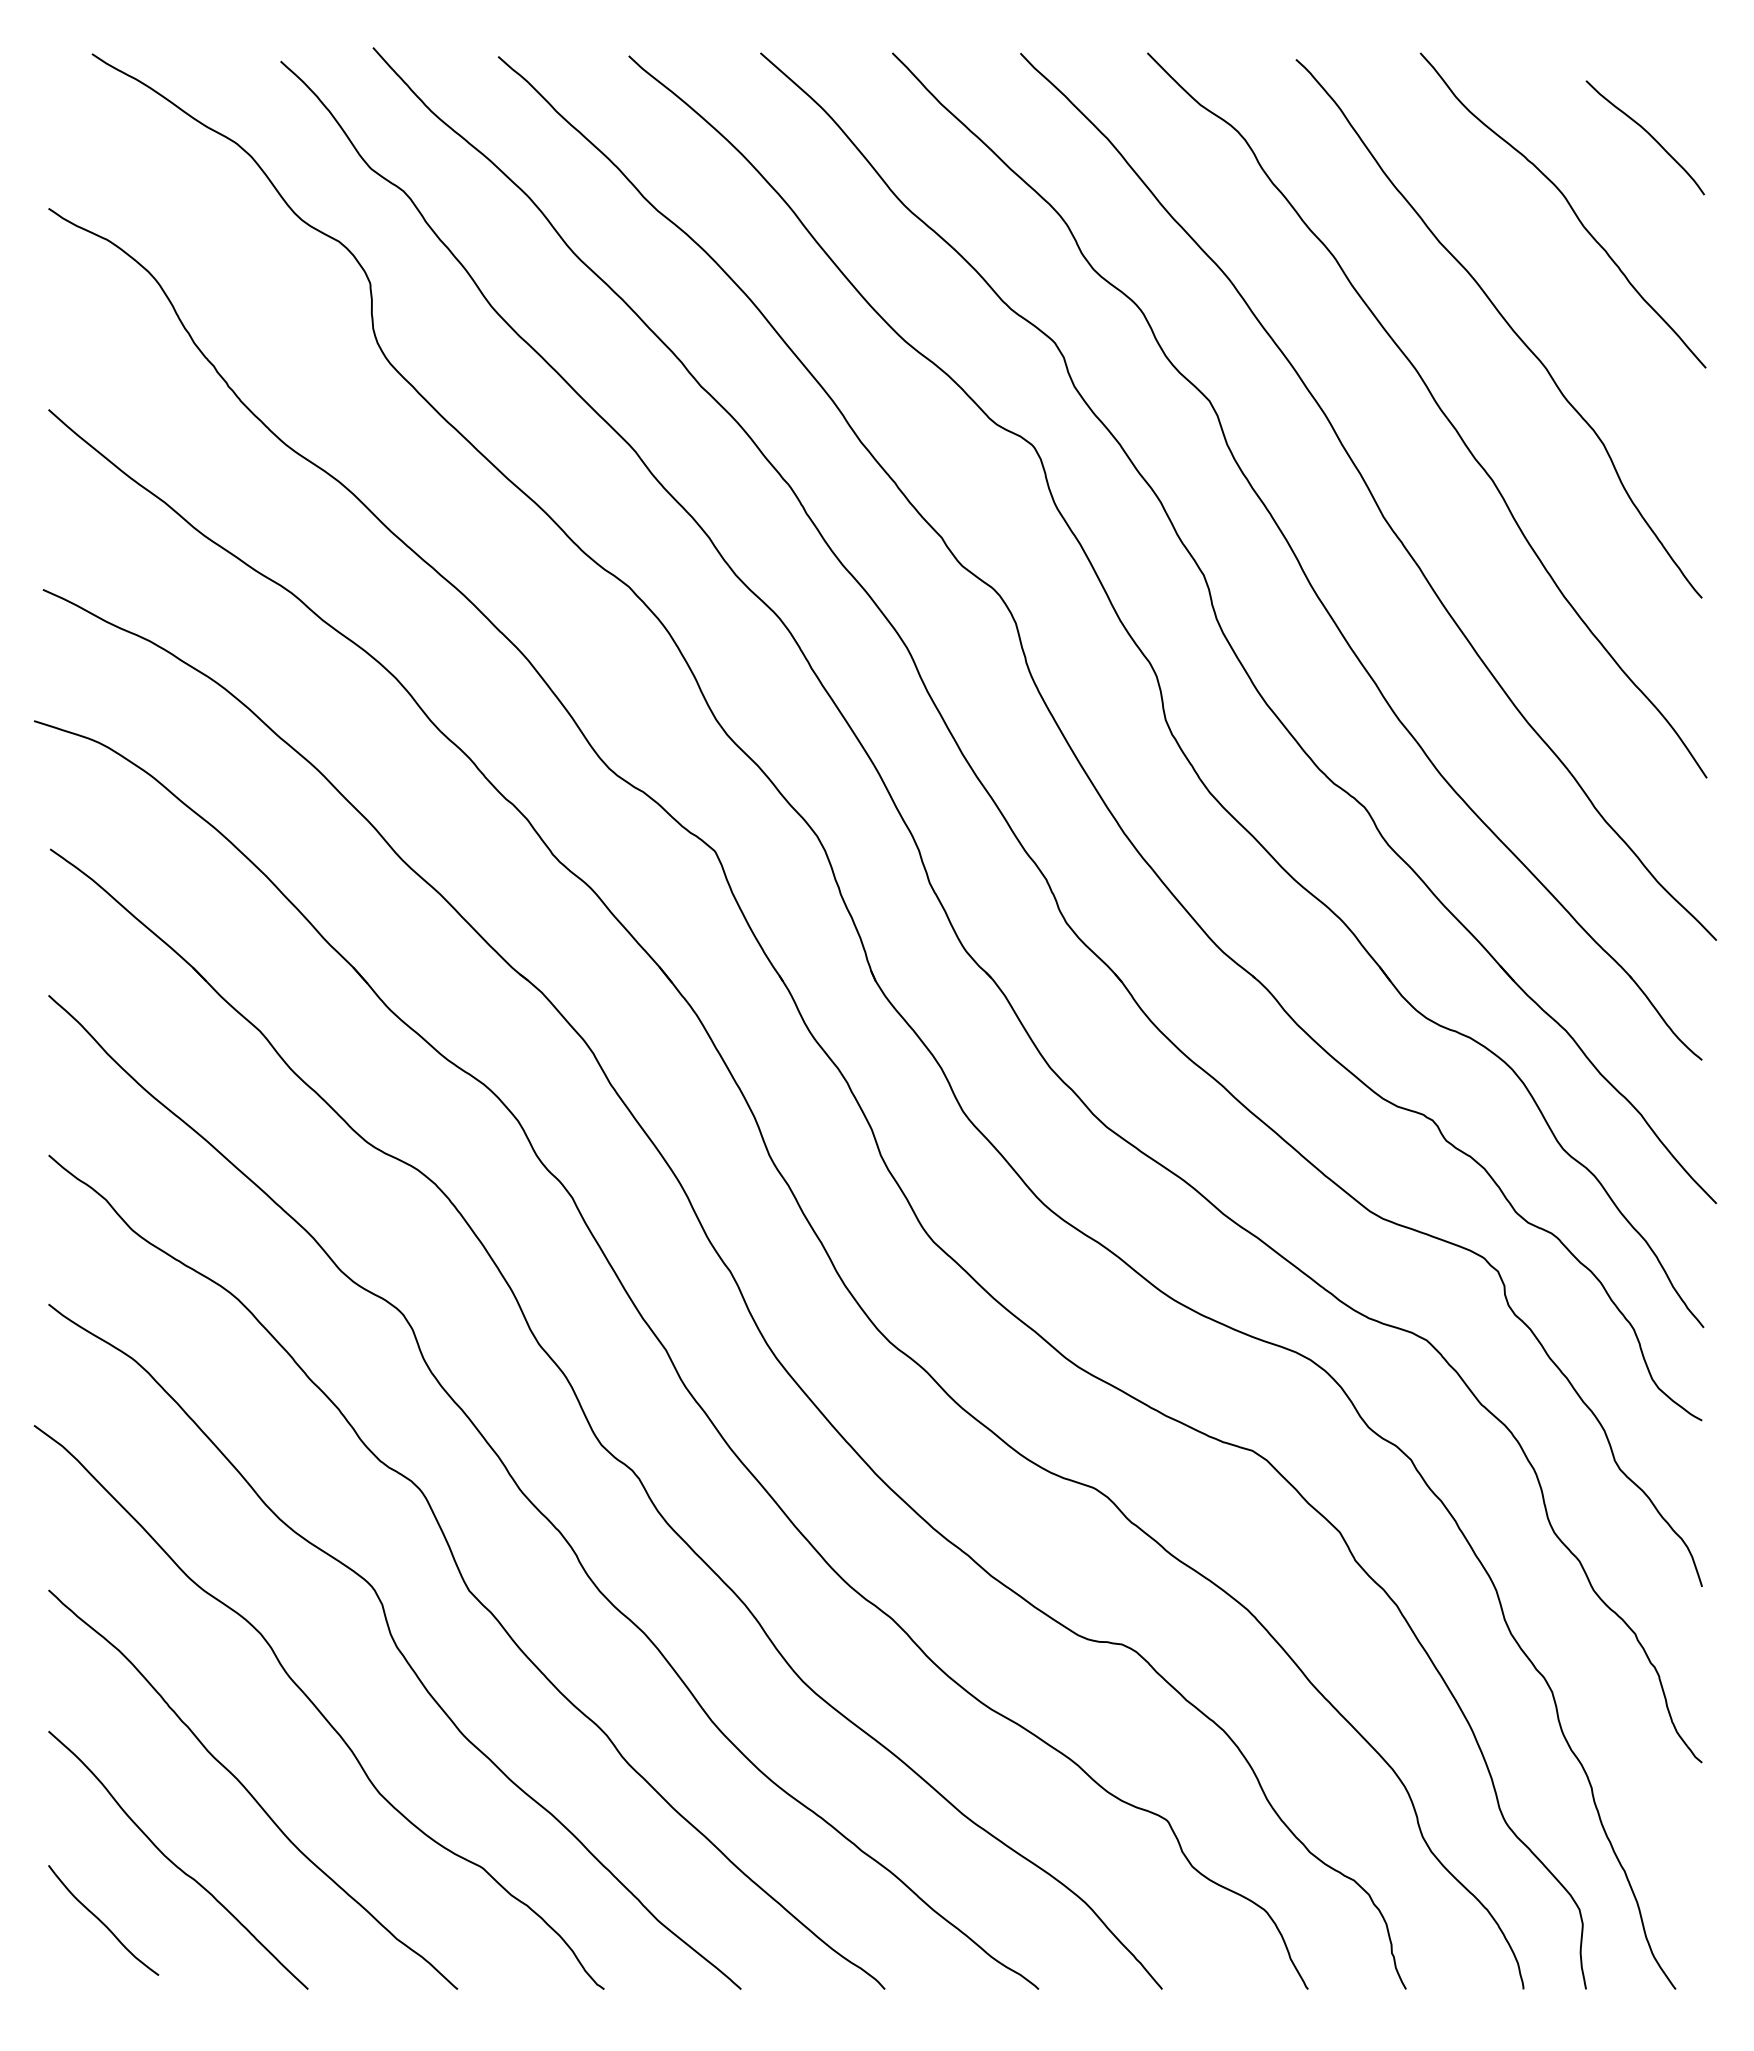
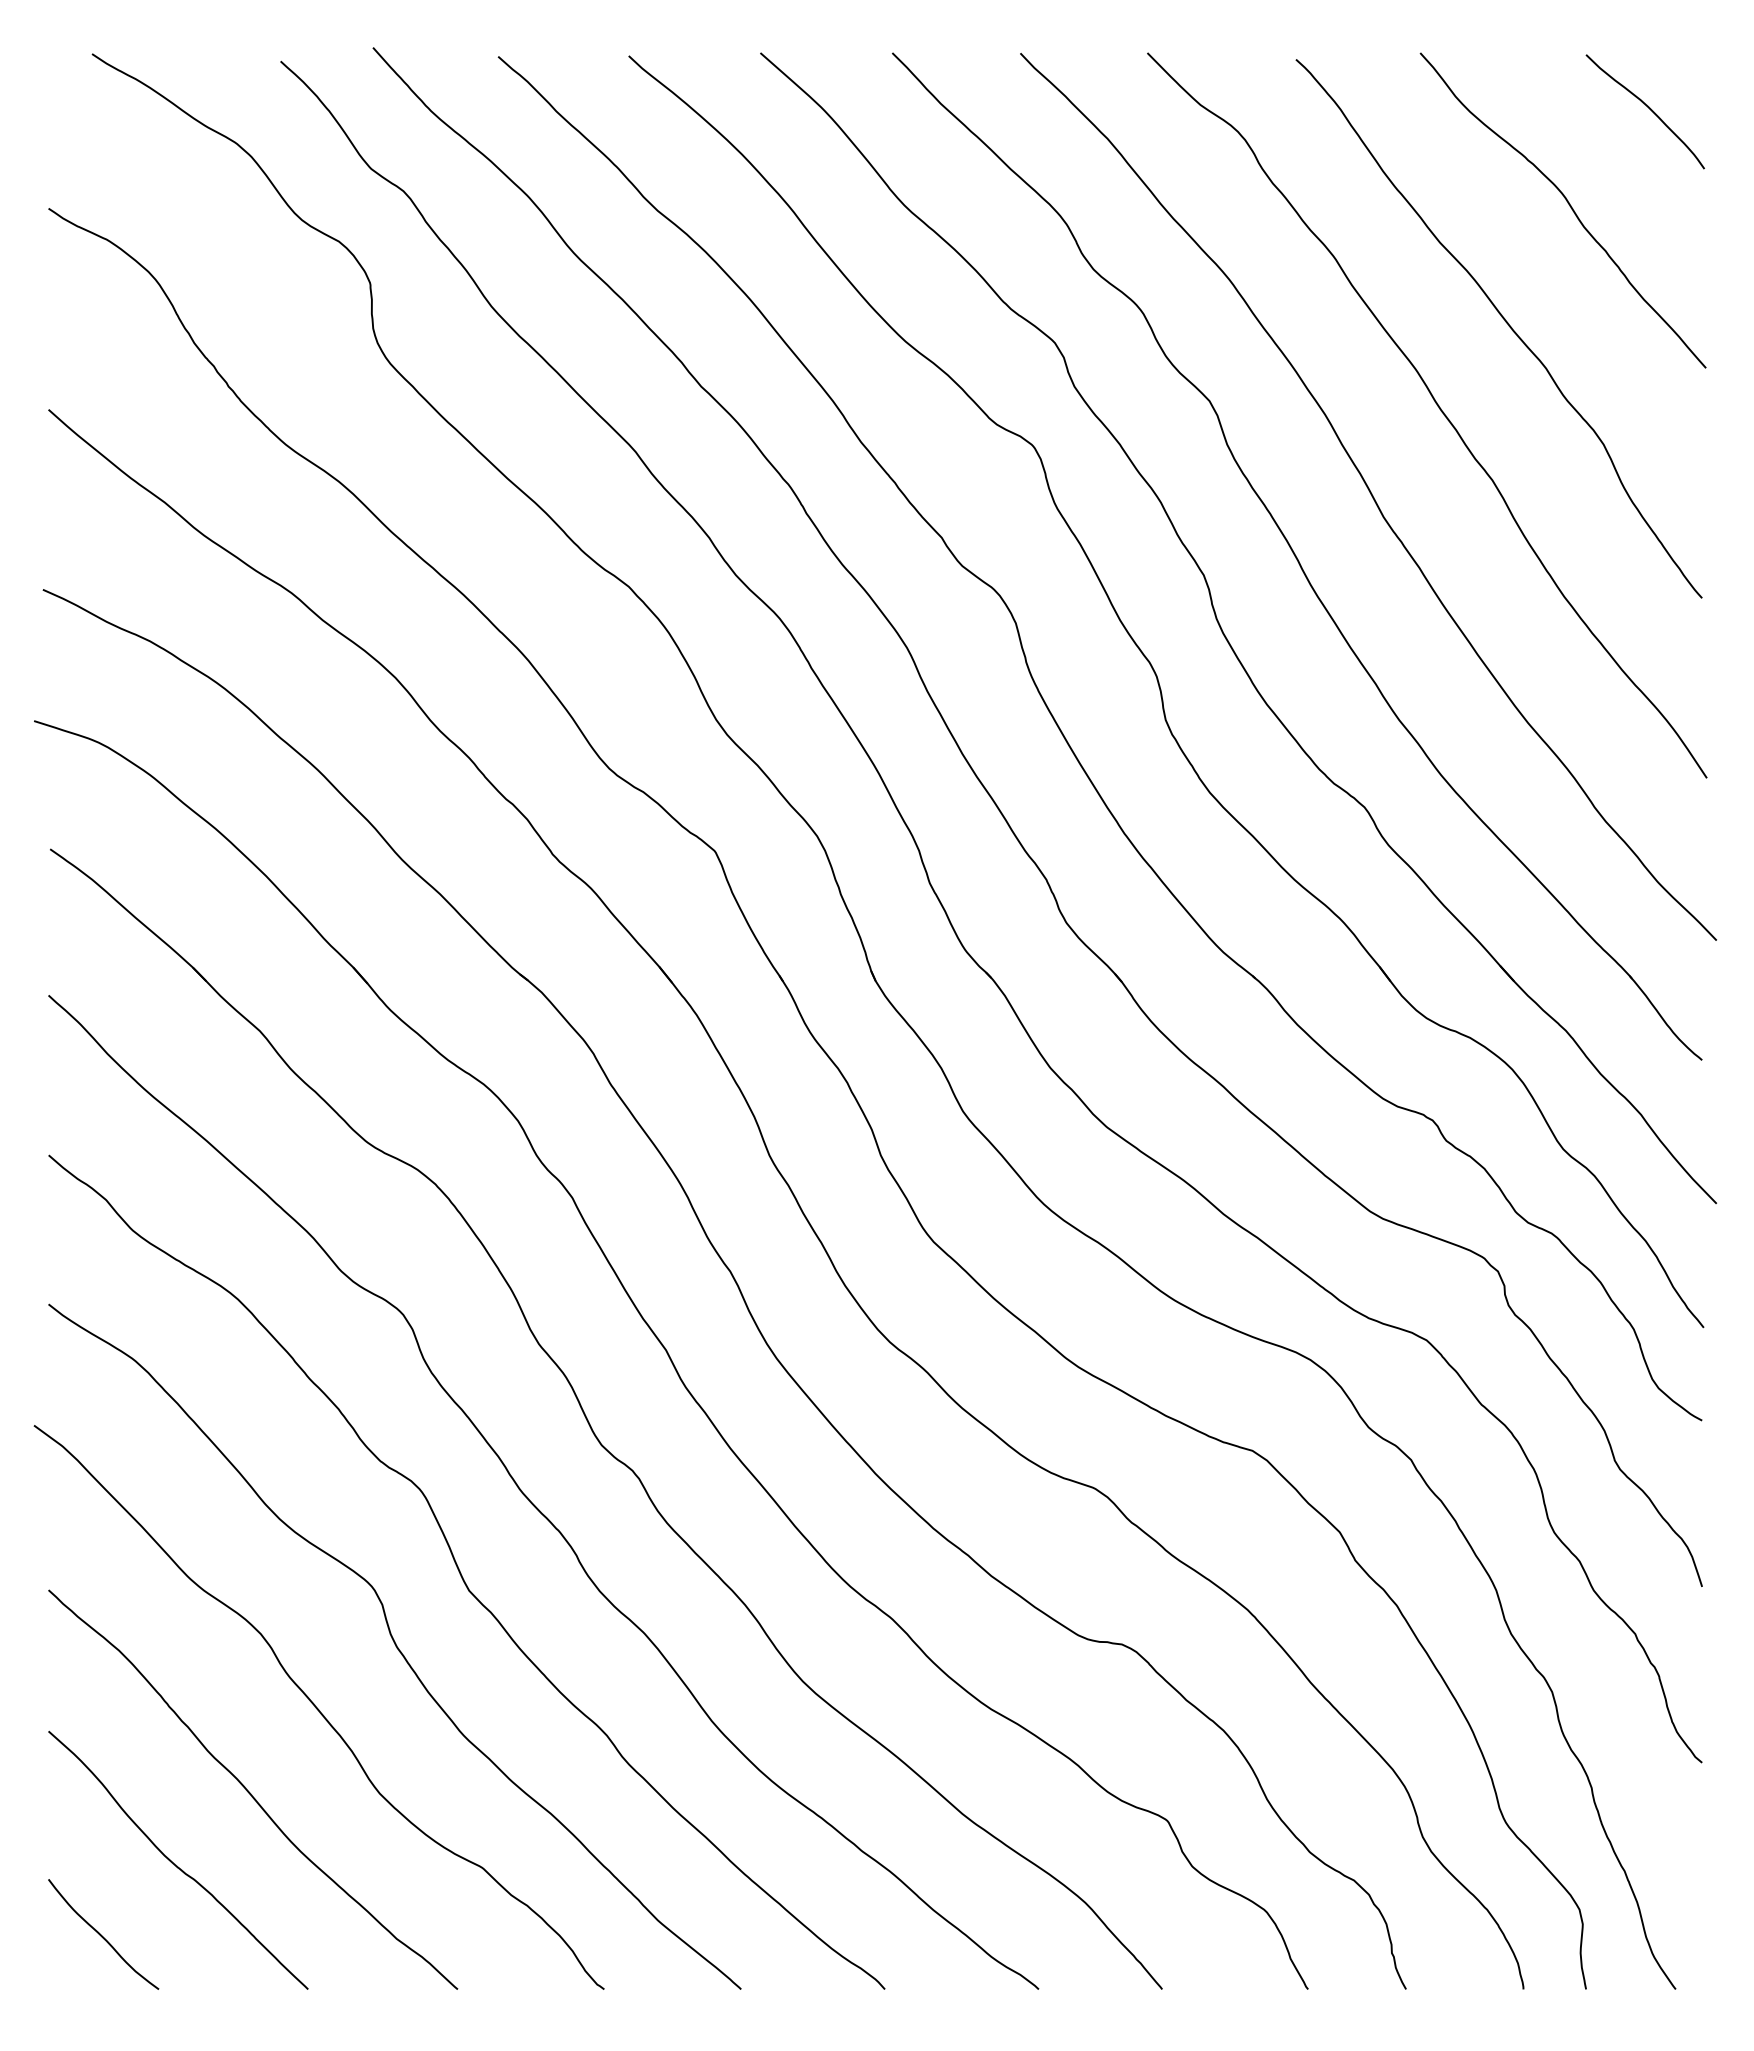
curve at (1647, 133) position: (1647, 133) -> (1647, 107)
curve at (102, 1921) position: (102, 1921) -> (102, 1935)
